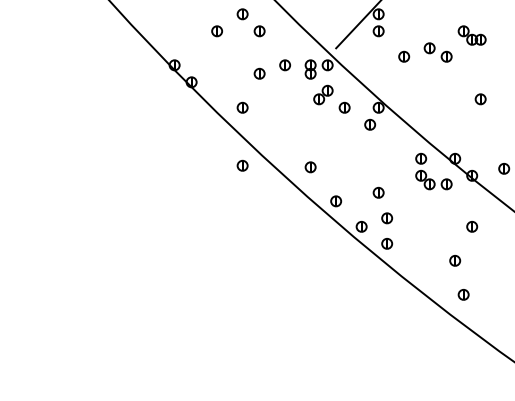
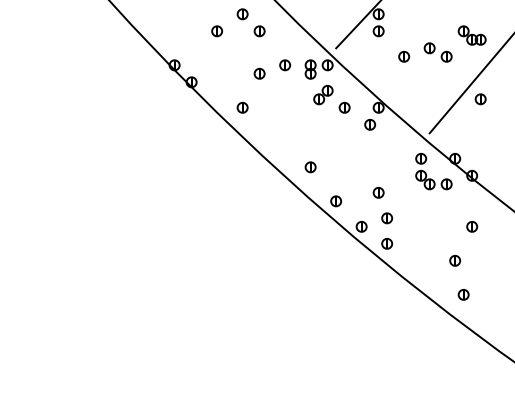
line at (470, 84): none -> present
part at (242, 165): present -> none
part at (504, 168): present -> none
